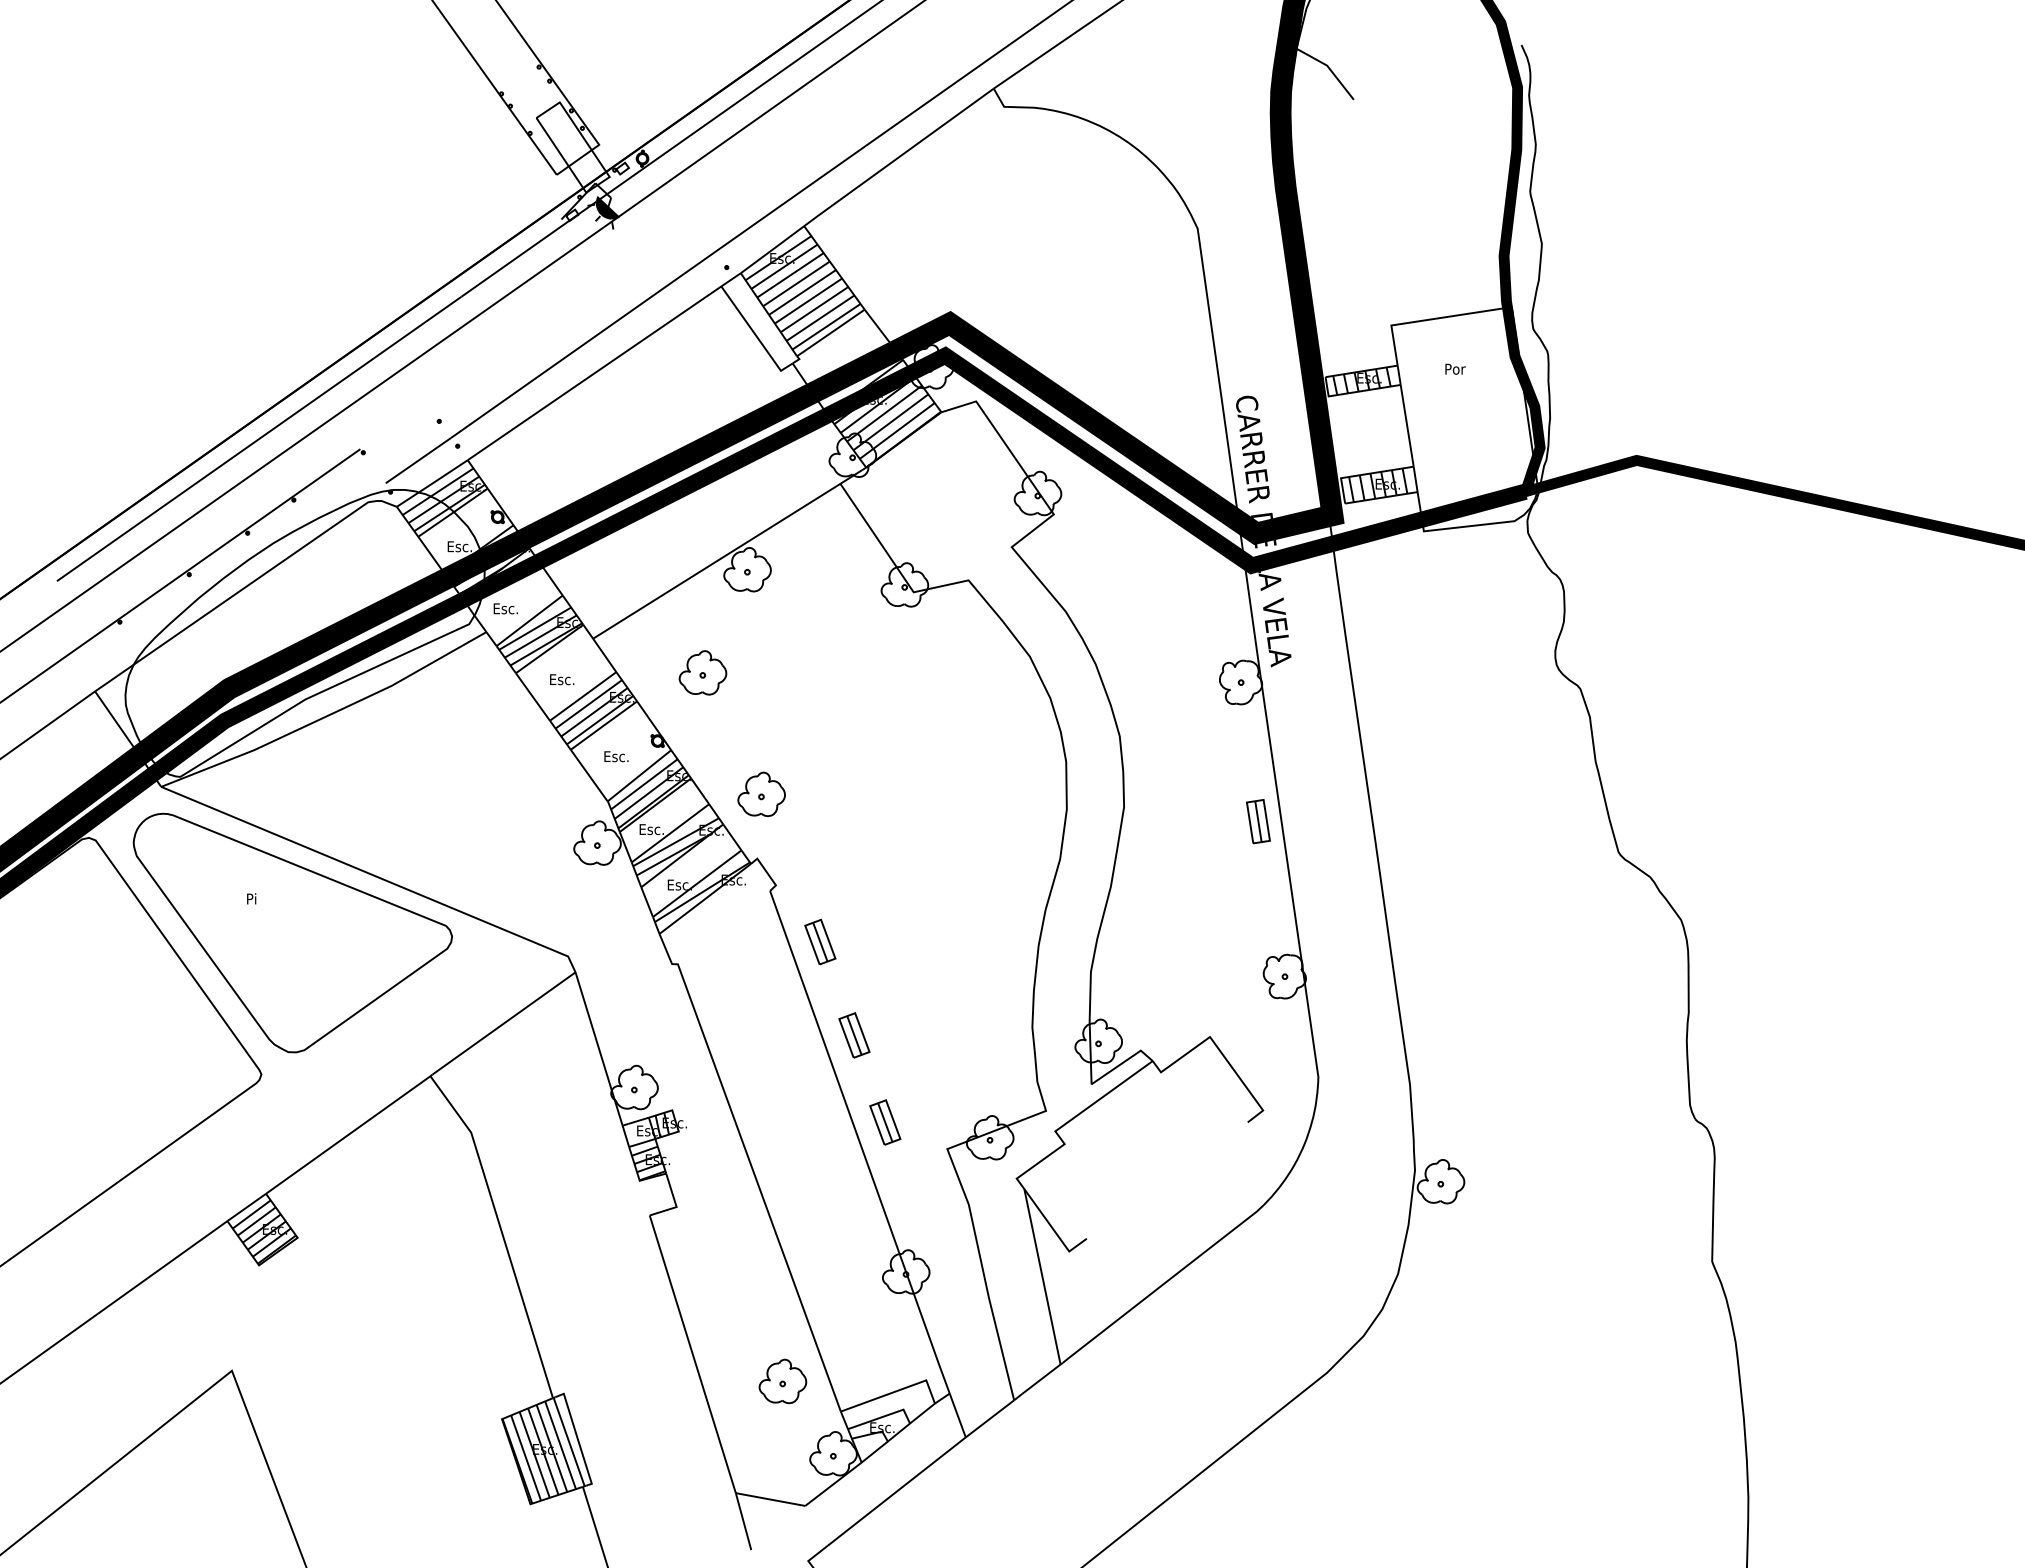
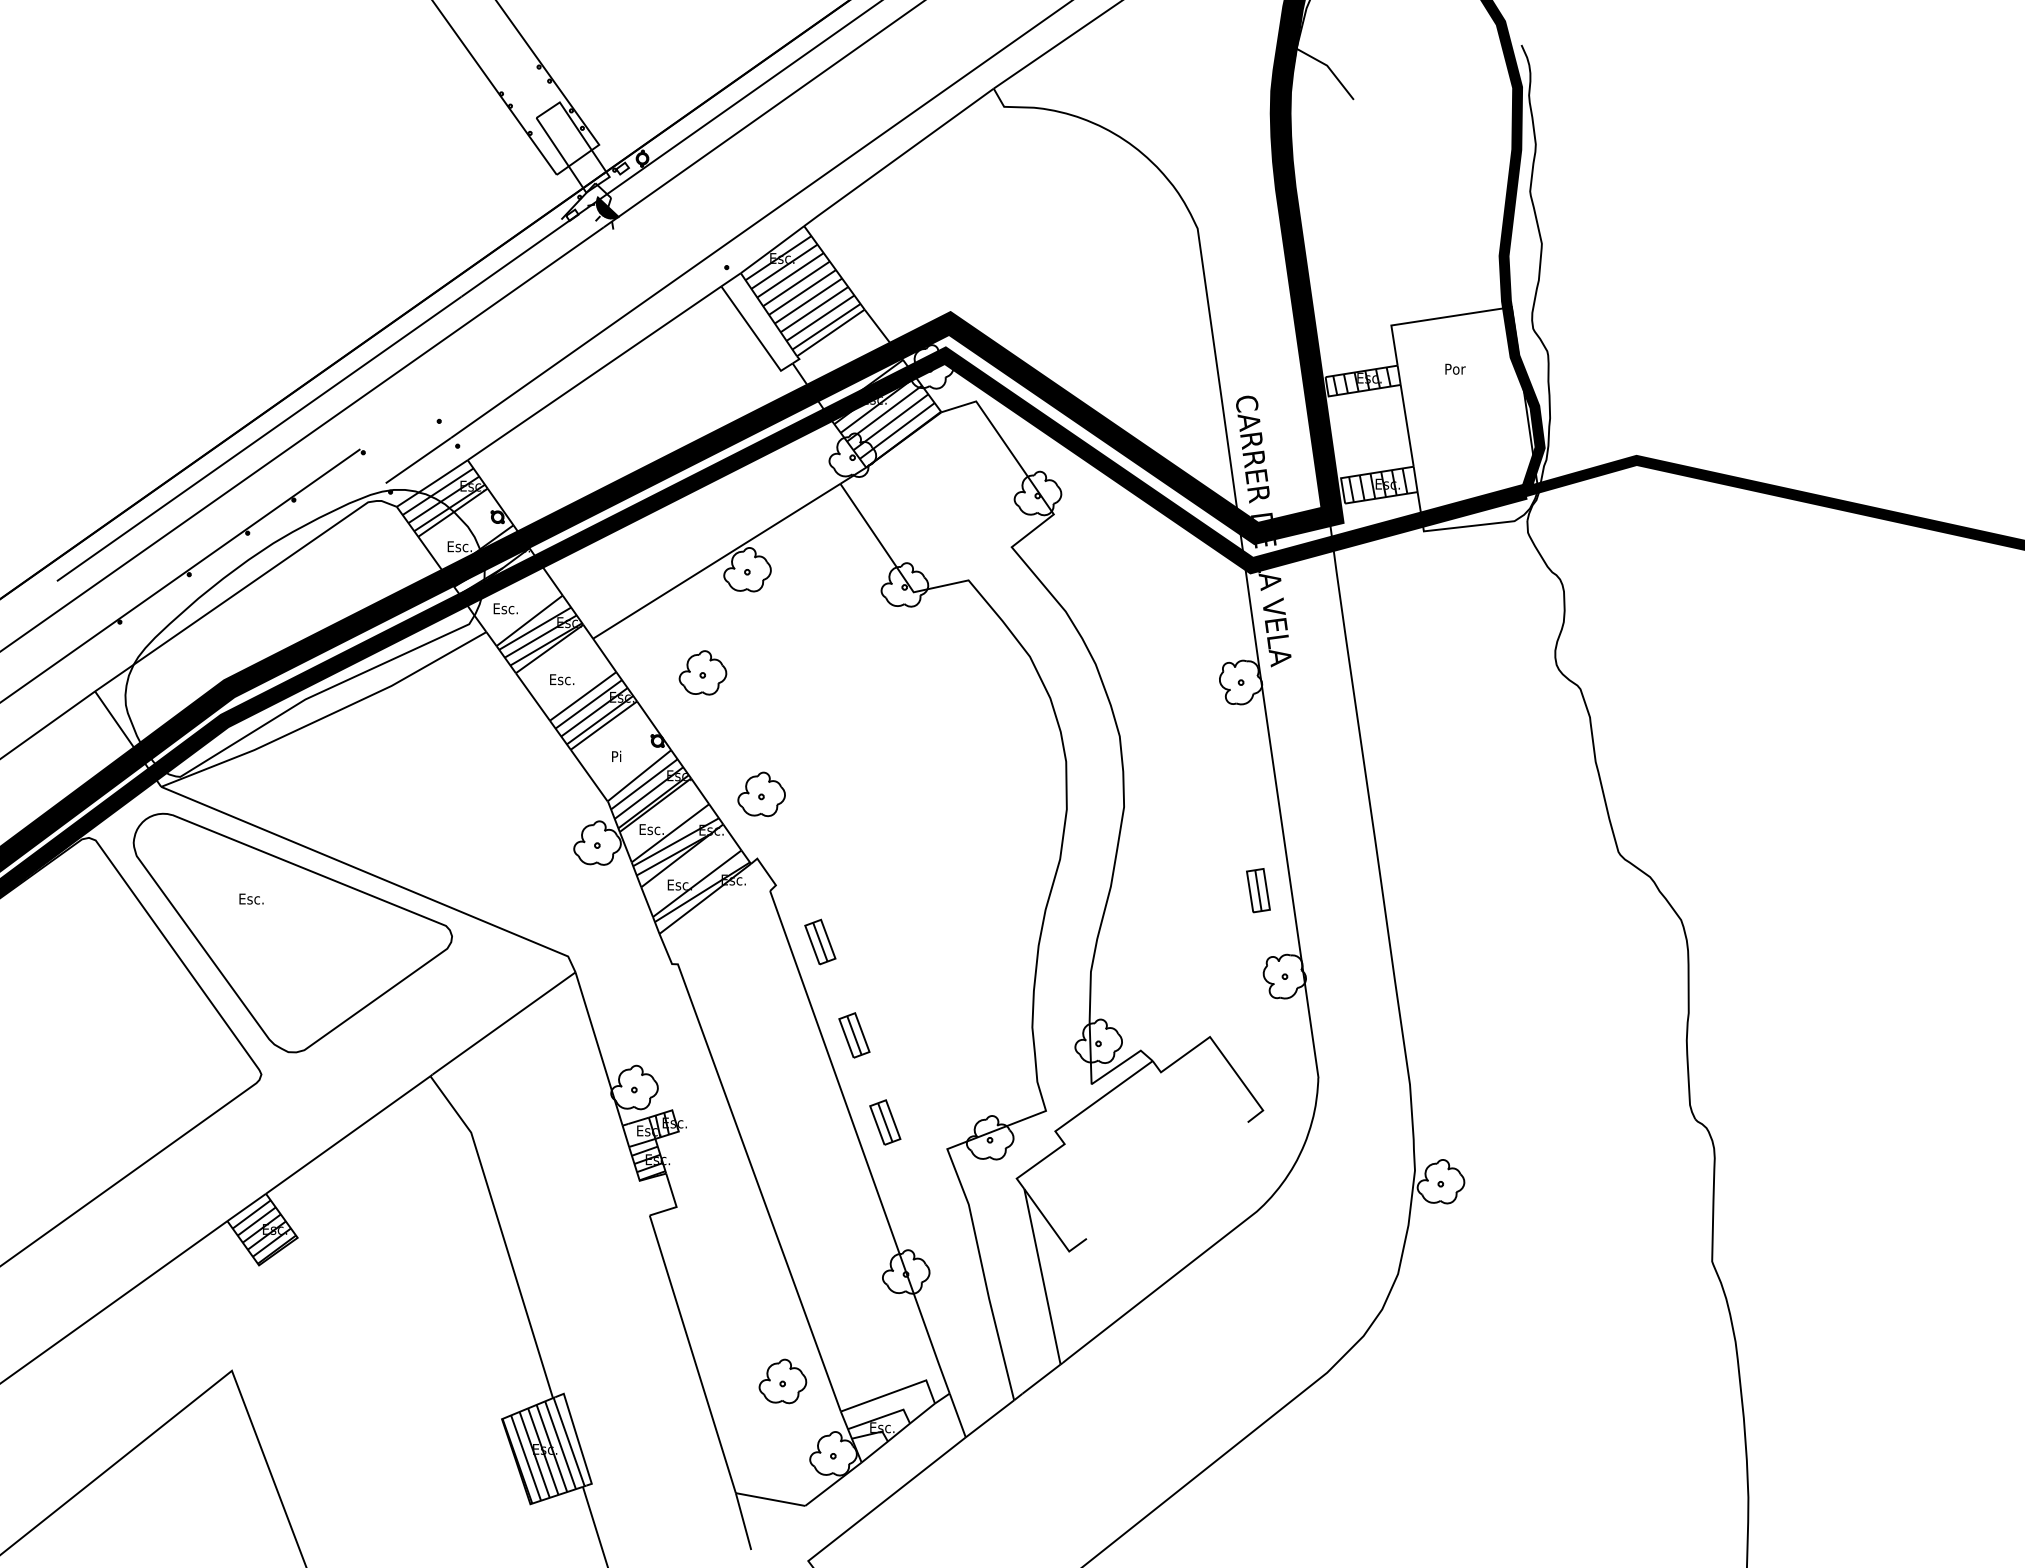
text at (616, 756): Esc. -> Pi
part at (1258, 821) position: (1258, 821) -> (1258, 890)
text at (251, 898): Pi -> Esc.
